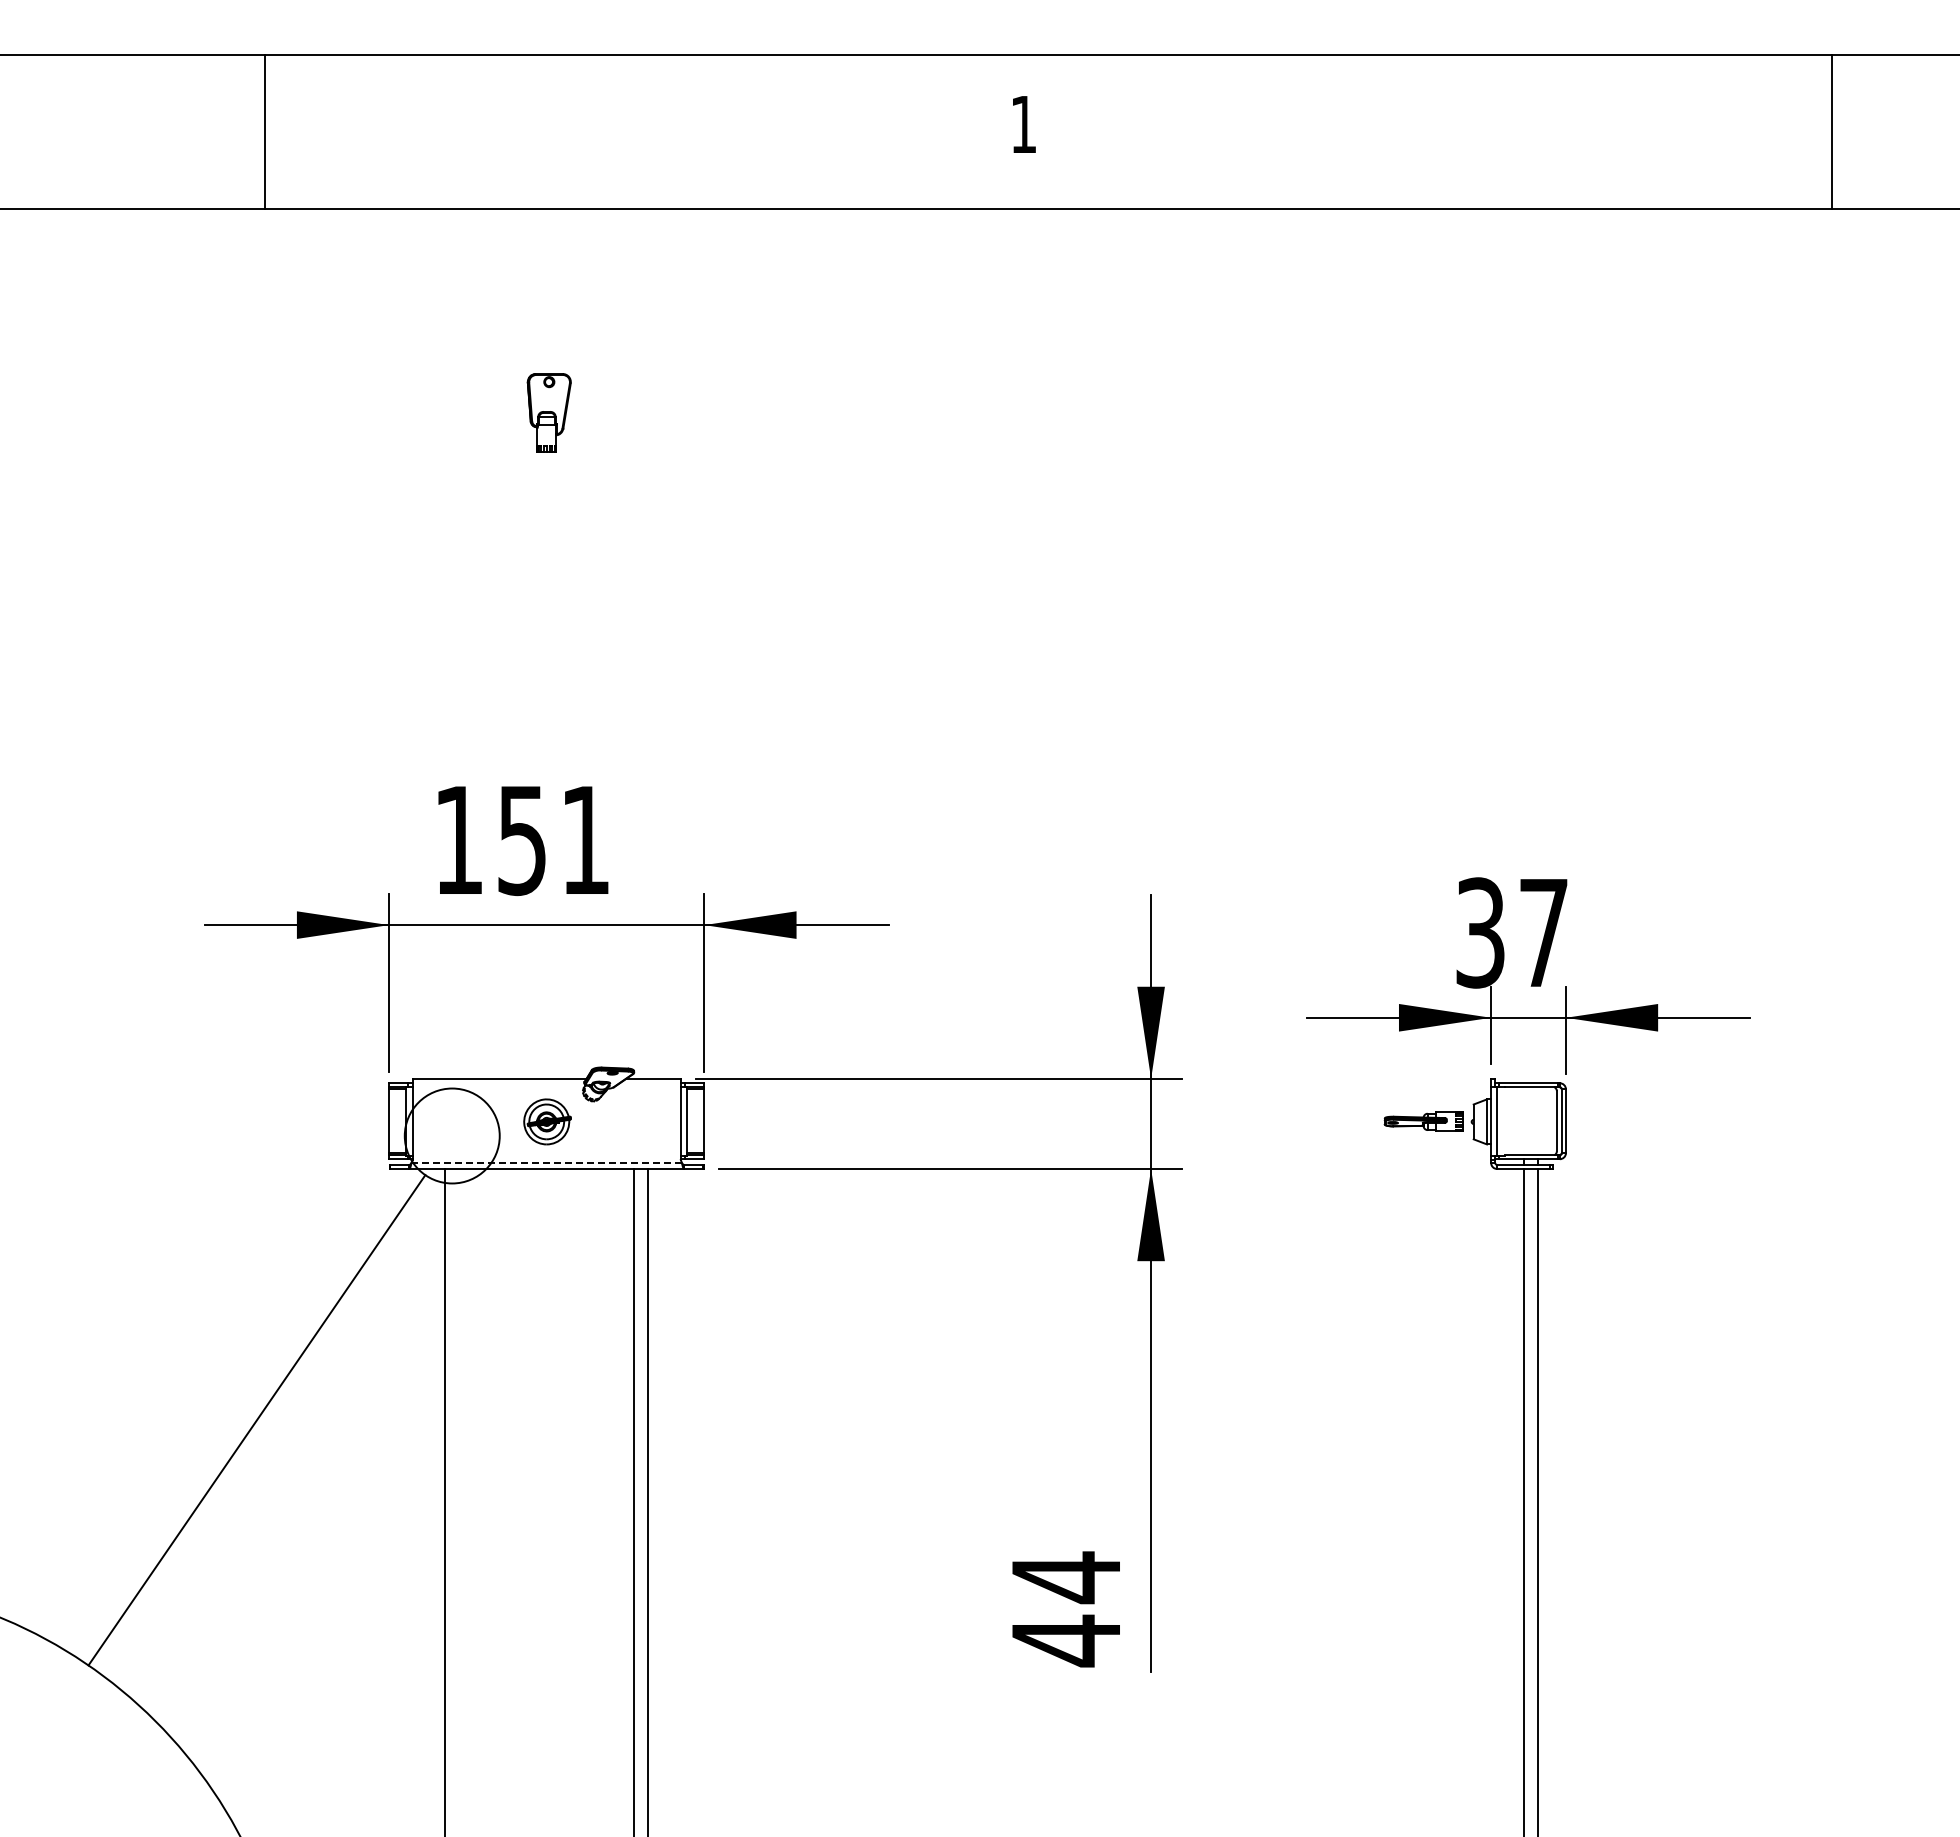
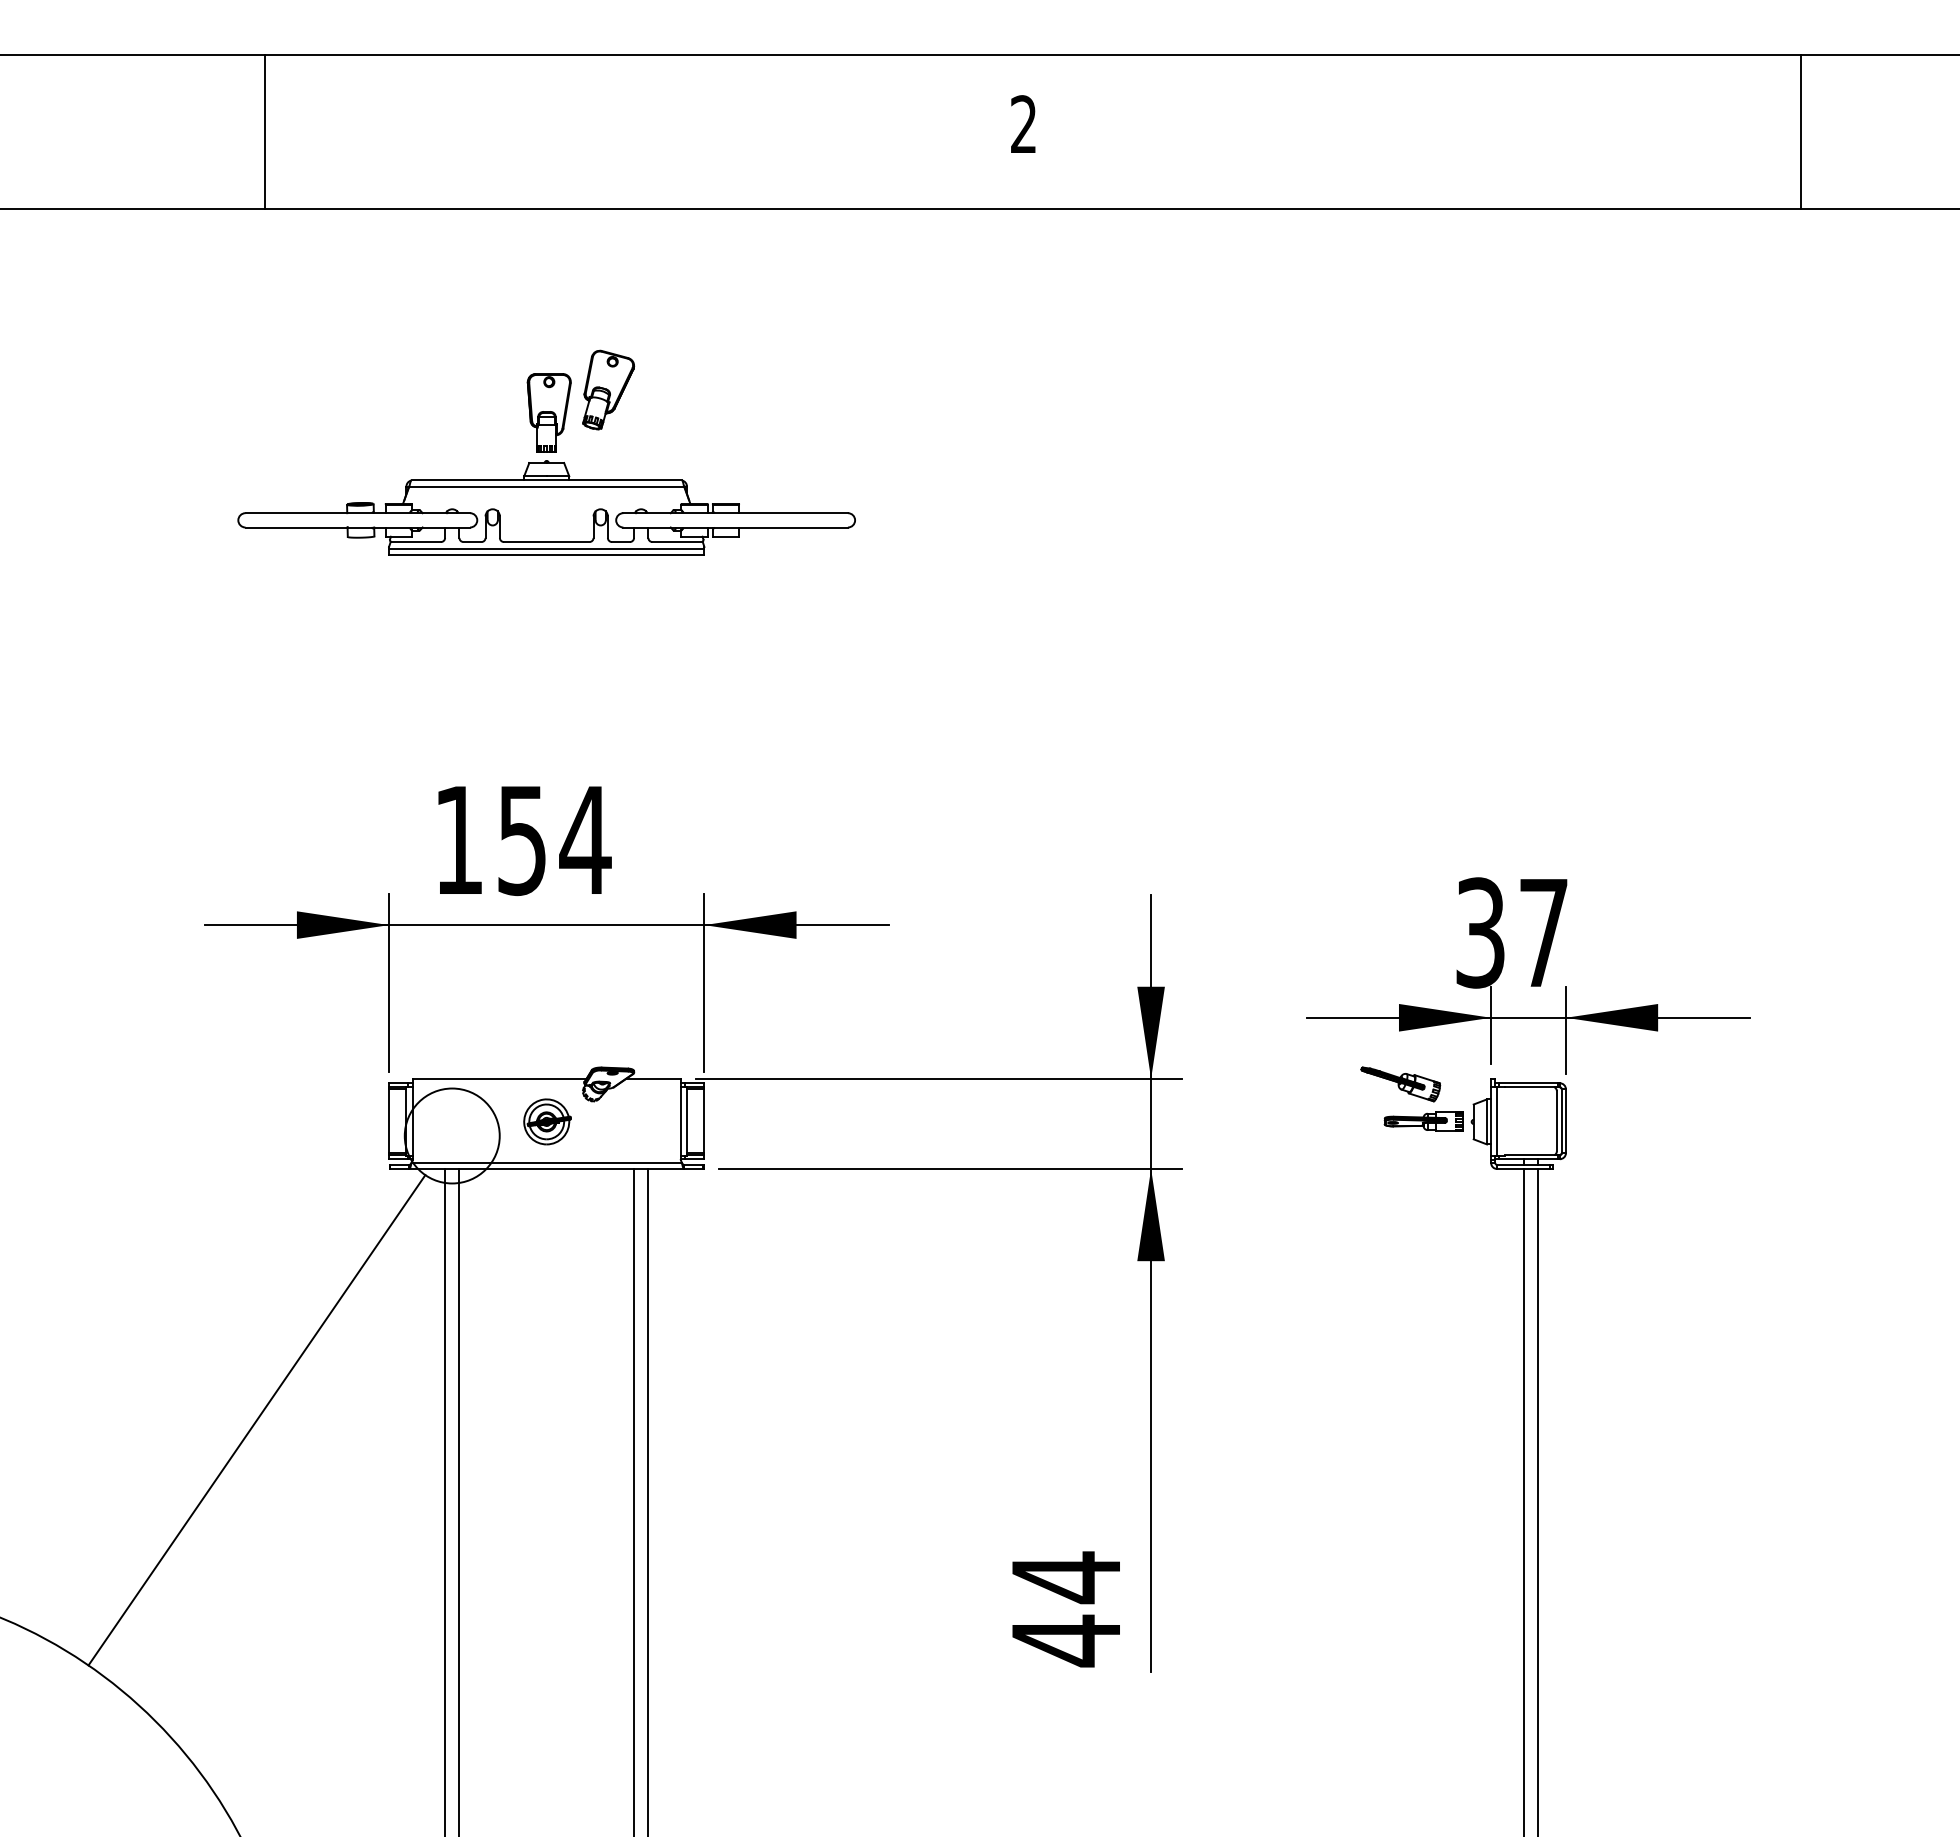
text at (1023, 123): 1 -> 2
line at (1831, 131) position: (1831, 131) -> (1800, 131)
part at (608, 389): none -> present
part at (546, 507): none -> present
text at (585, 839): 151 -> 154
part at (1400, 1084): none -> present
line at (546, 1162): dashed -> solid
line at (459, 1501): none -> present
